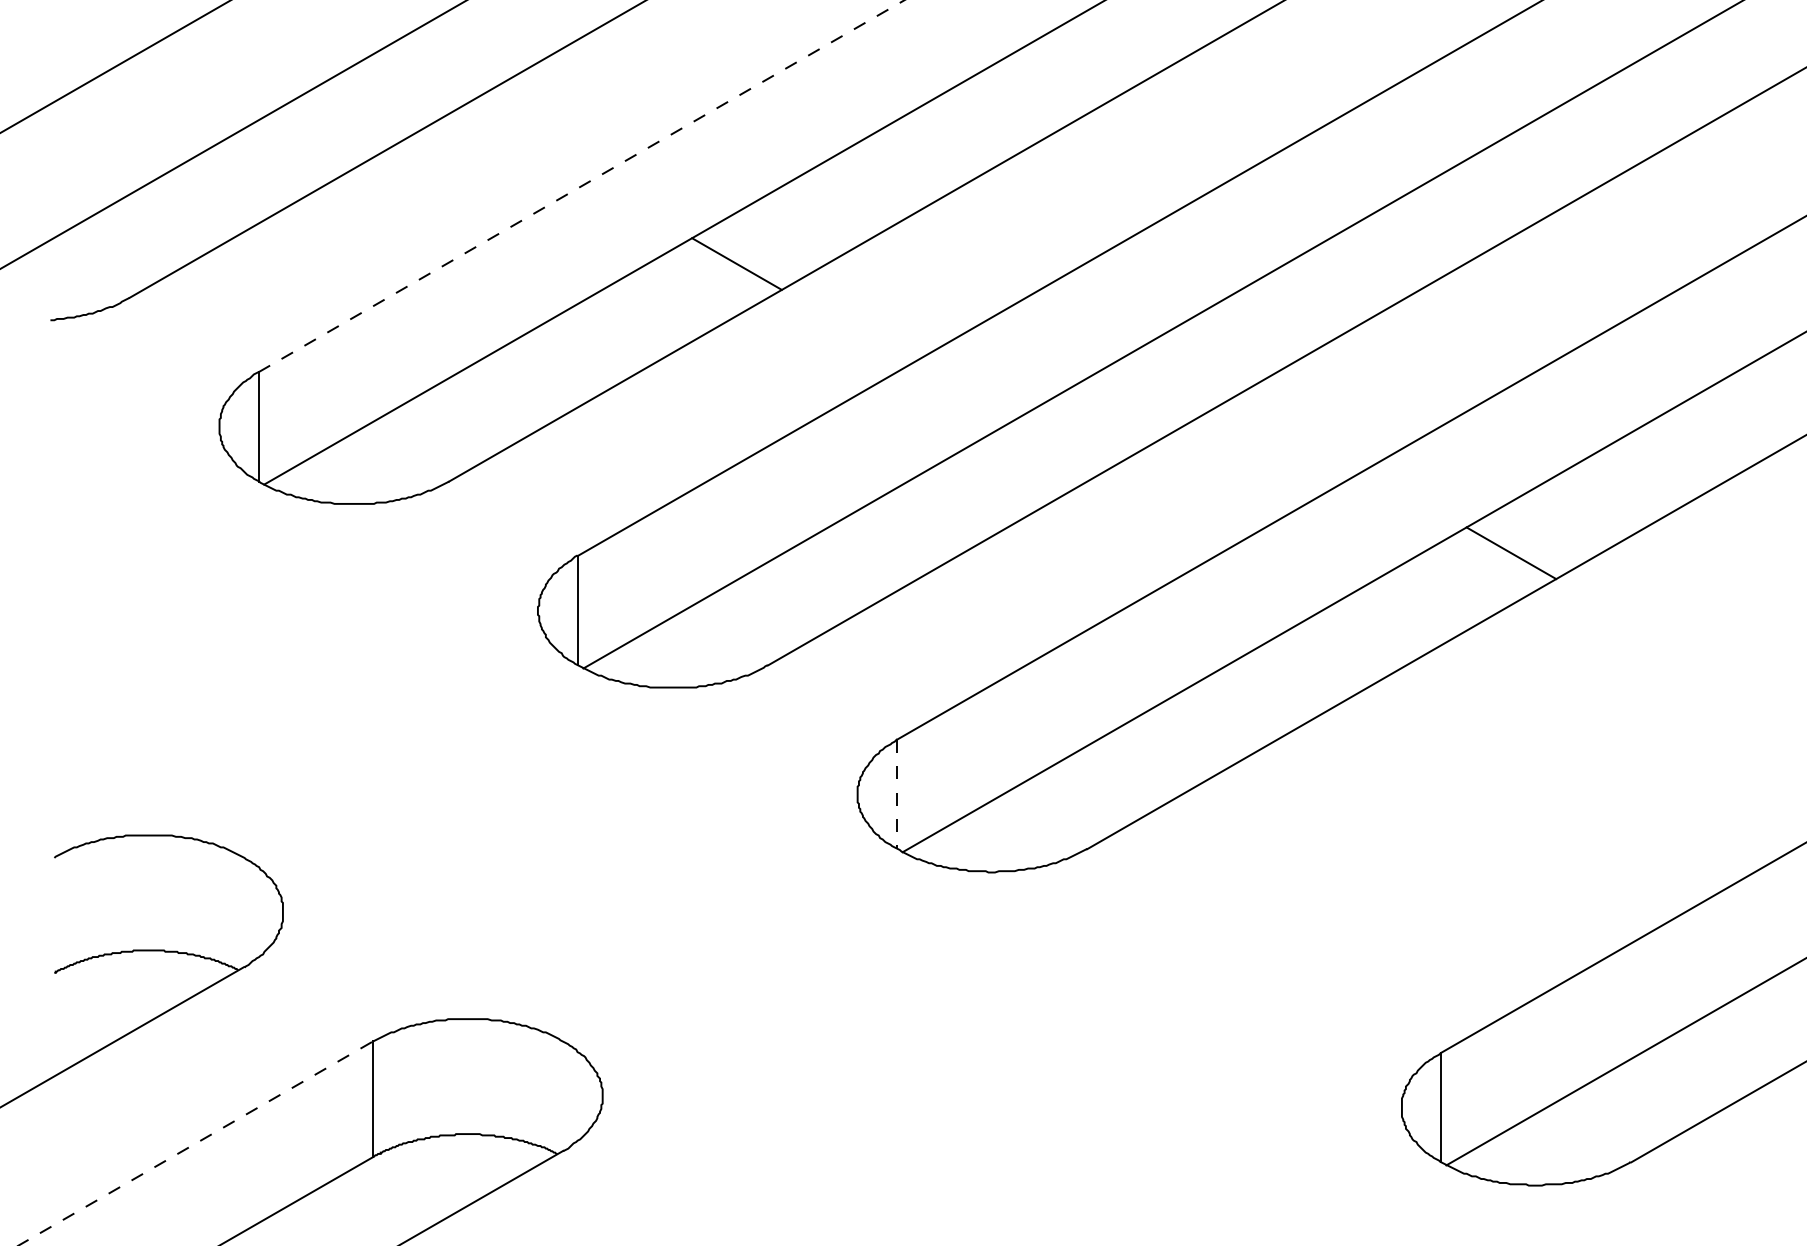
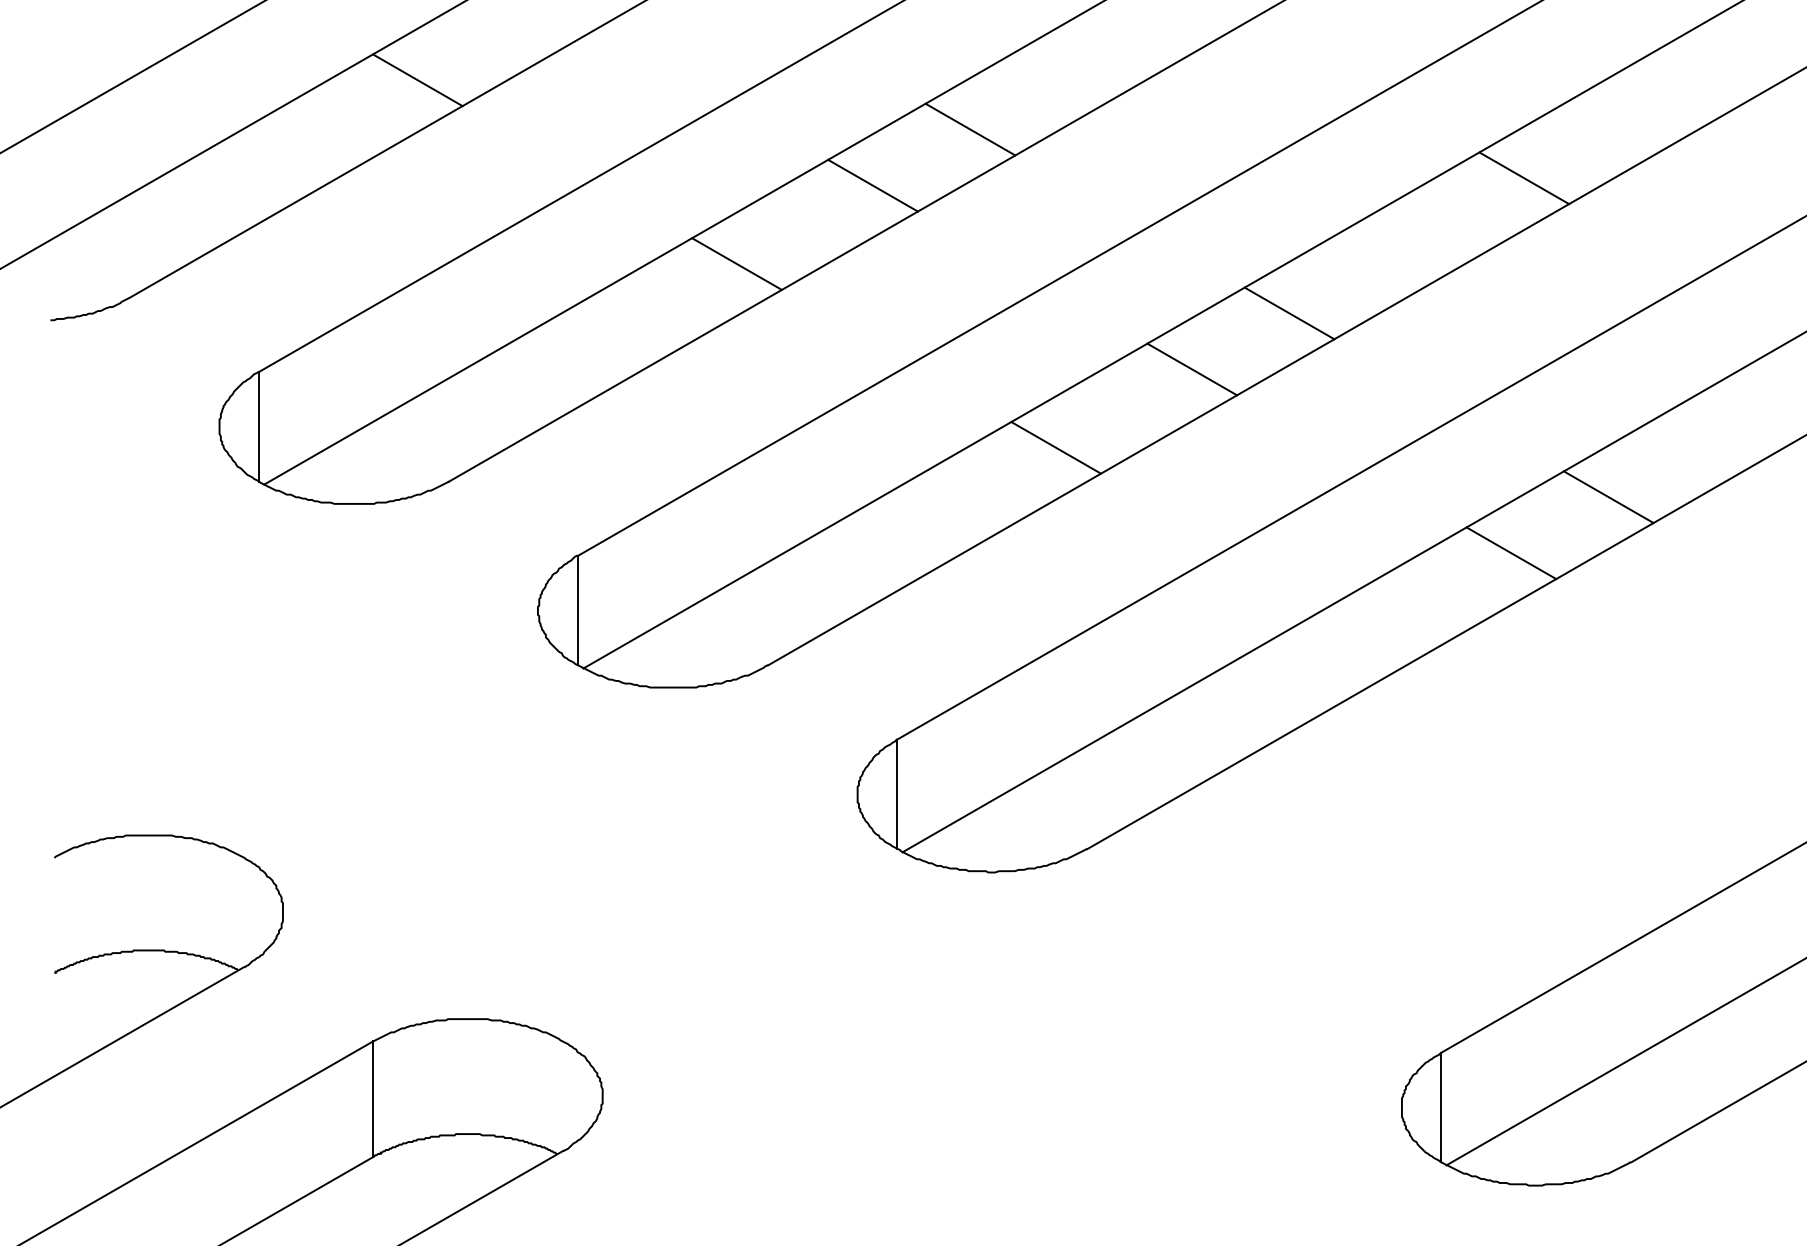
line at (114, 66) position: (114, 66) -> (132, 76)
line at (417, 80): none -> present
line at (970, 129): none -> present
line at (1524, 178): none -> present
line at (872, 185): none -> present
line at (581, 186): dashed -> solid
line at (1289, 313): none -> present
line at (1192, 369): none -> present
line at (1056, 447): none -> present
line at (1608, 497): none -> present
line at (897, 794): dashed -> solid
line at (195, 1143): dashed -> solid
